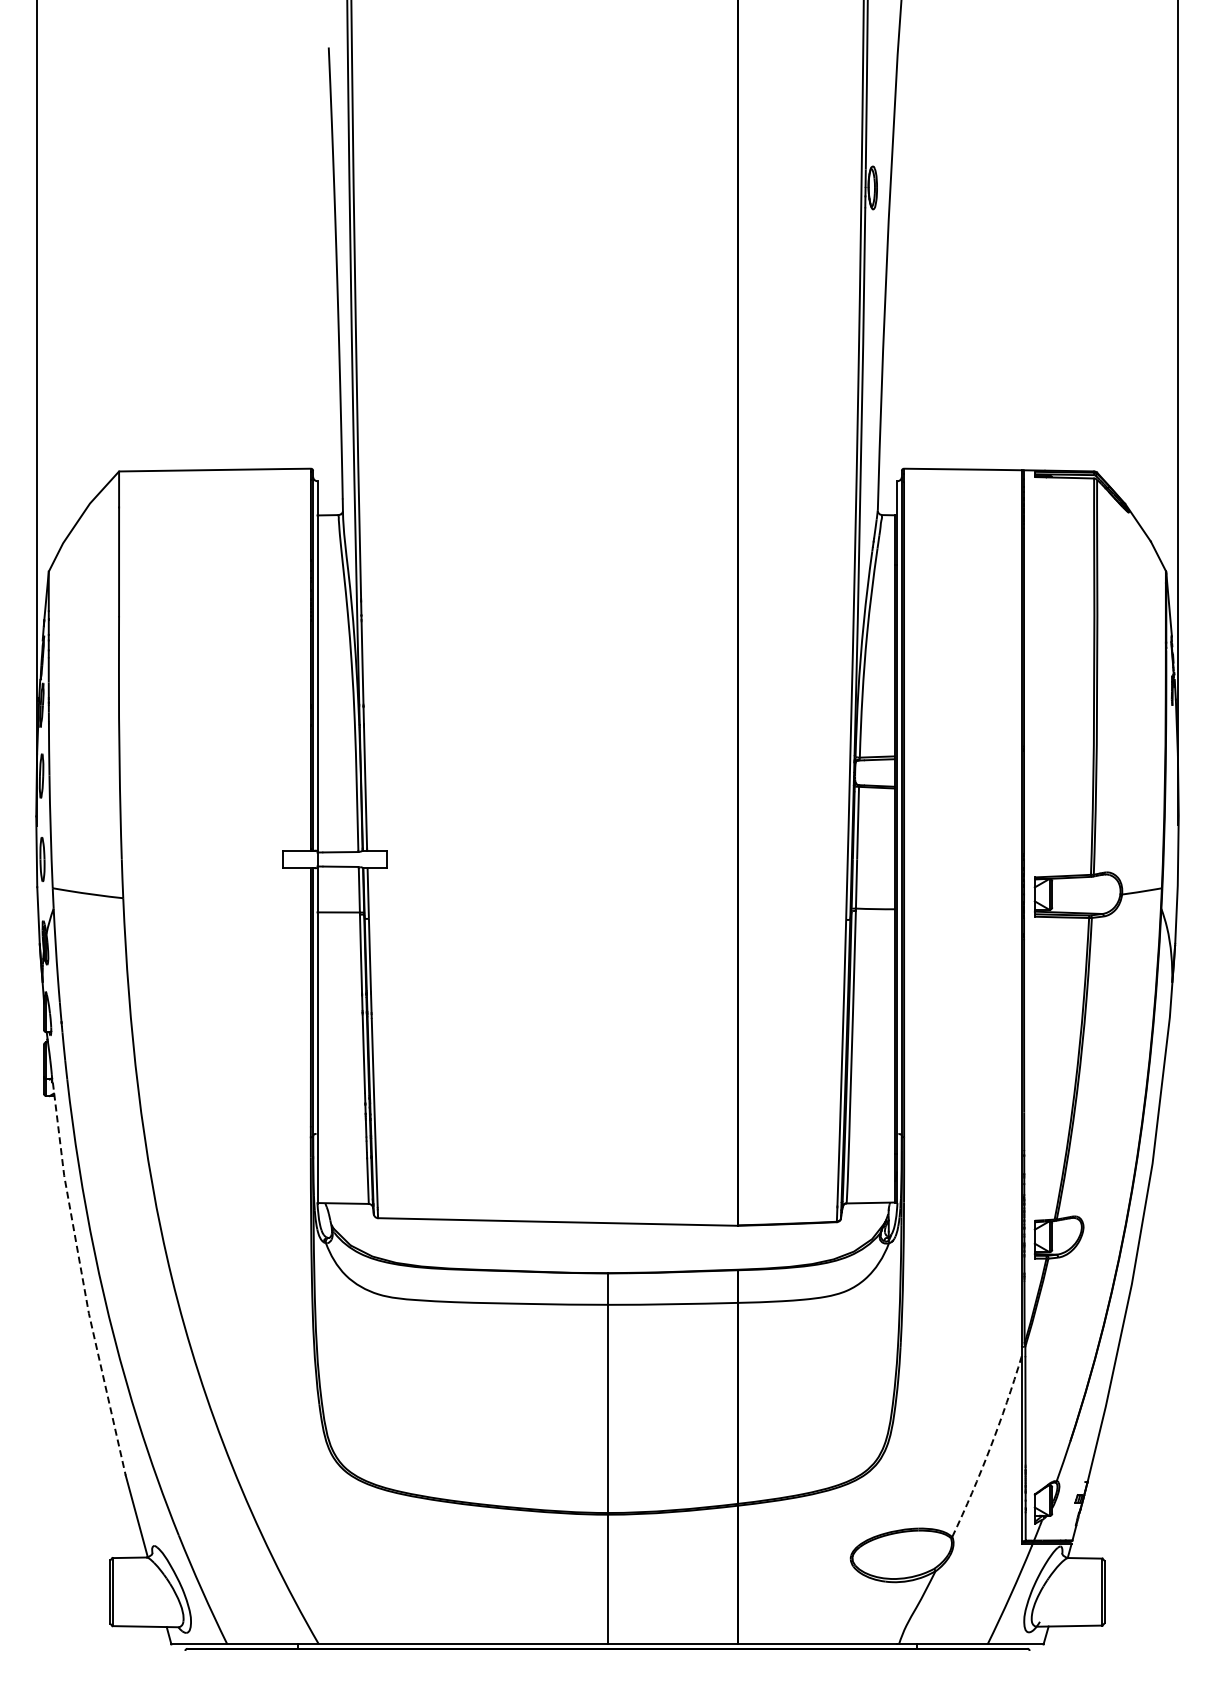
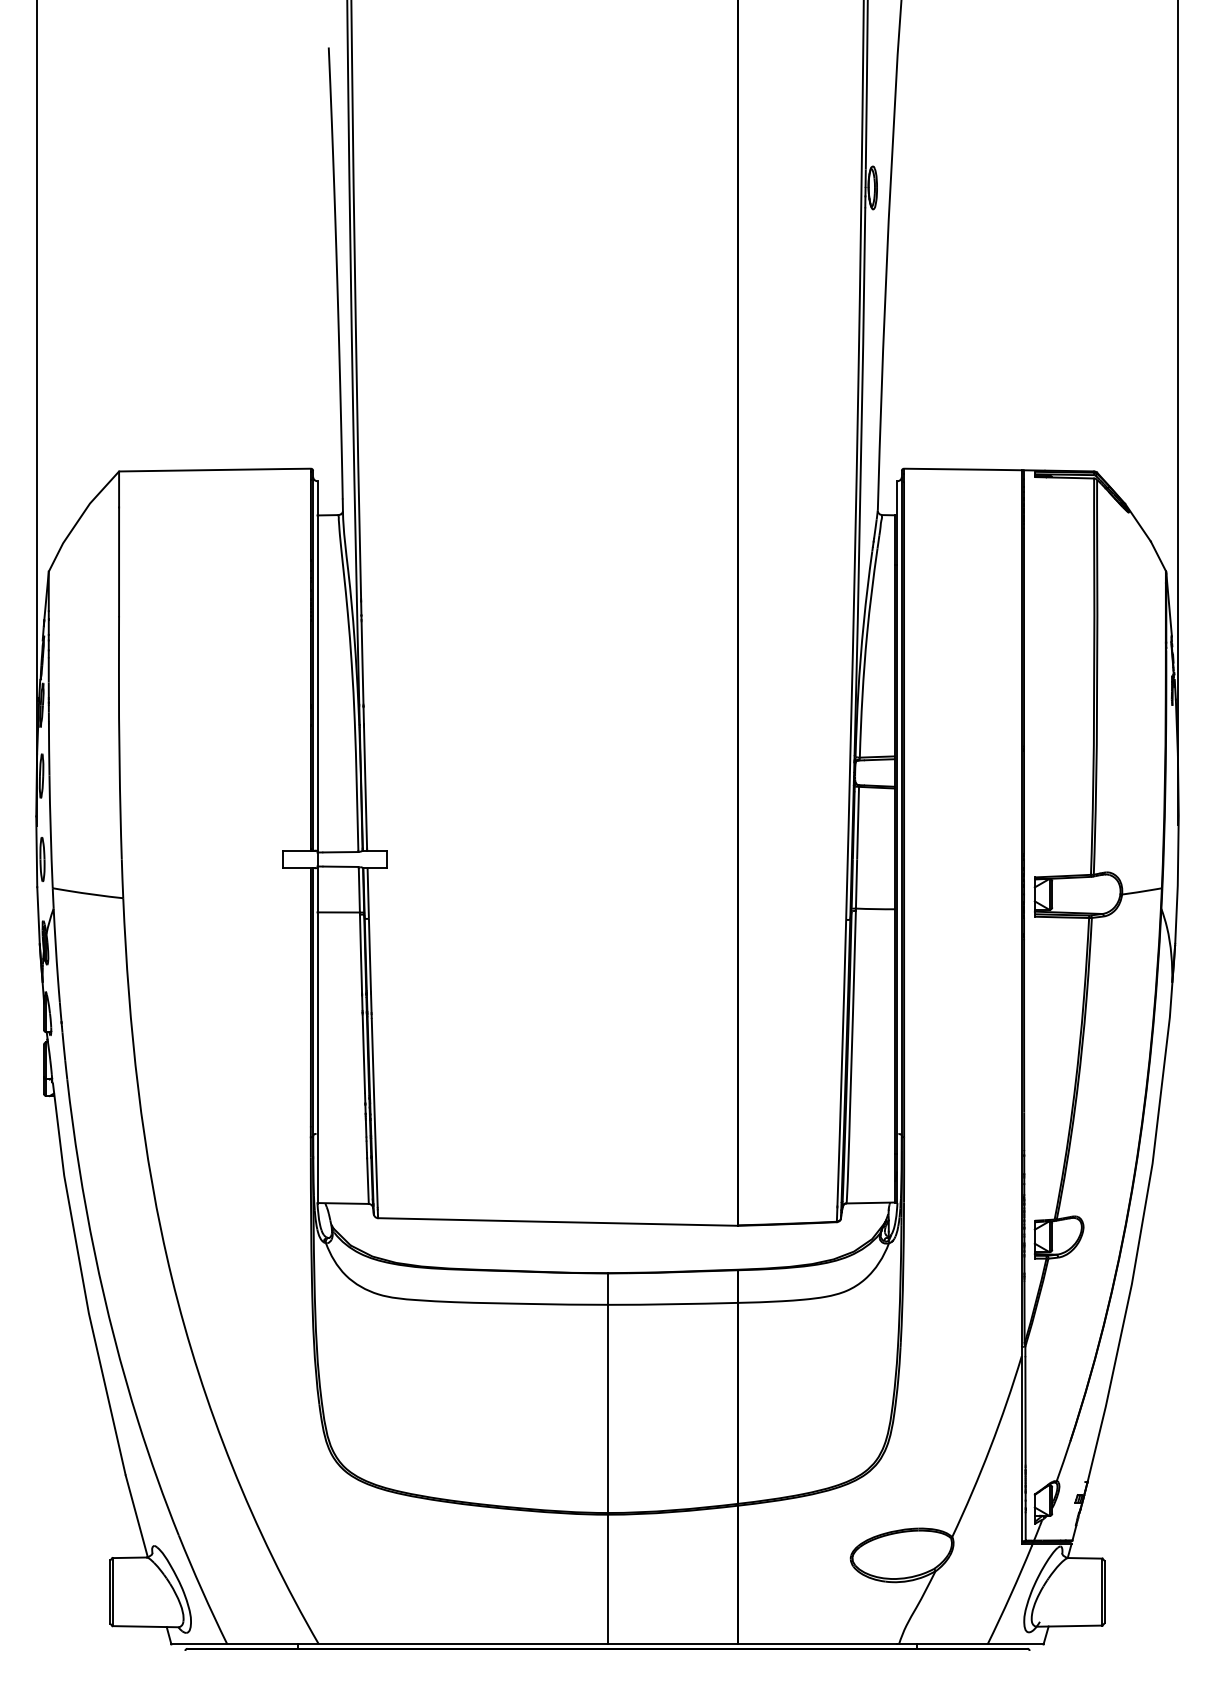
line at (83, 1281): dashed -> solid
arc at (990, 1447): dashed -> solid
